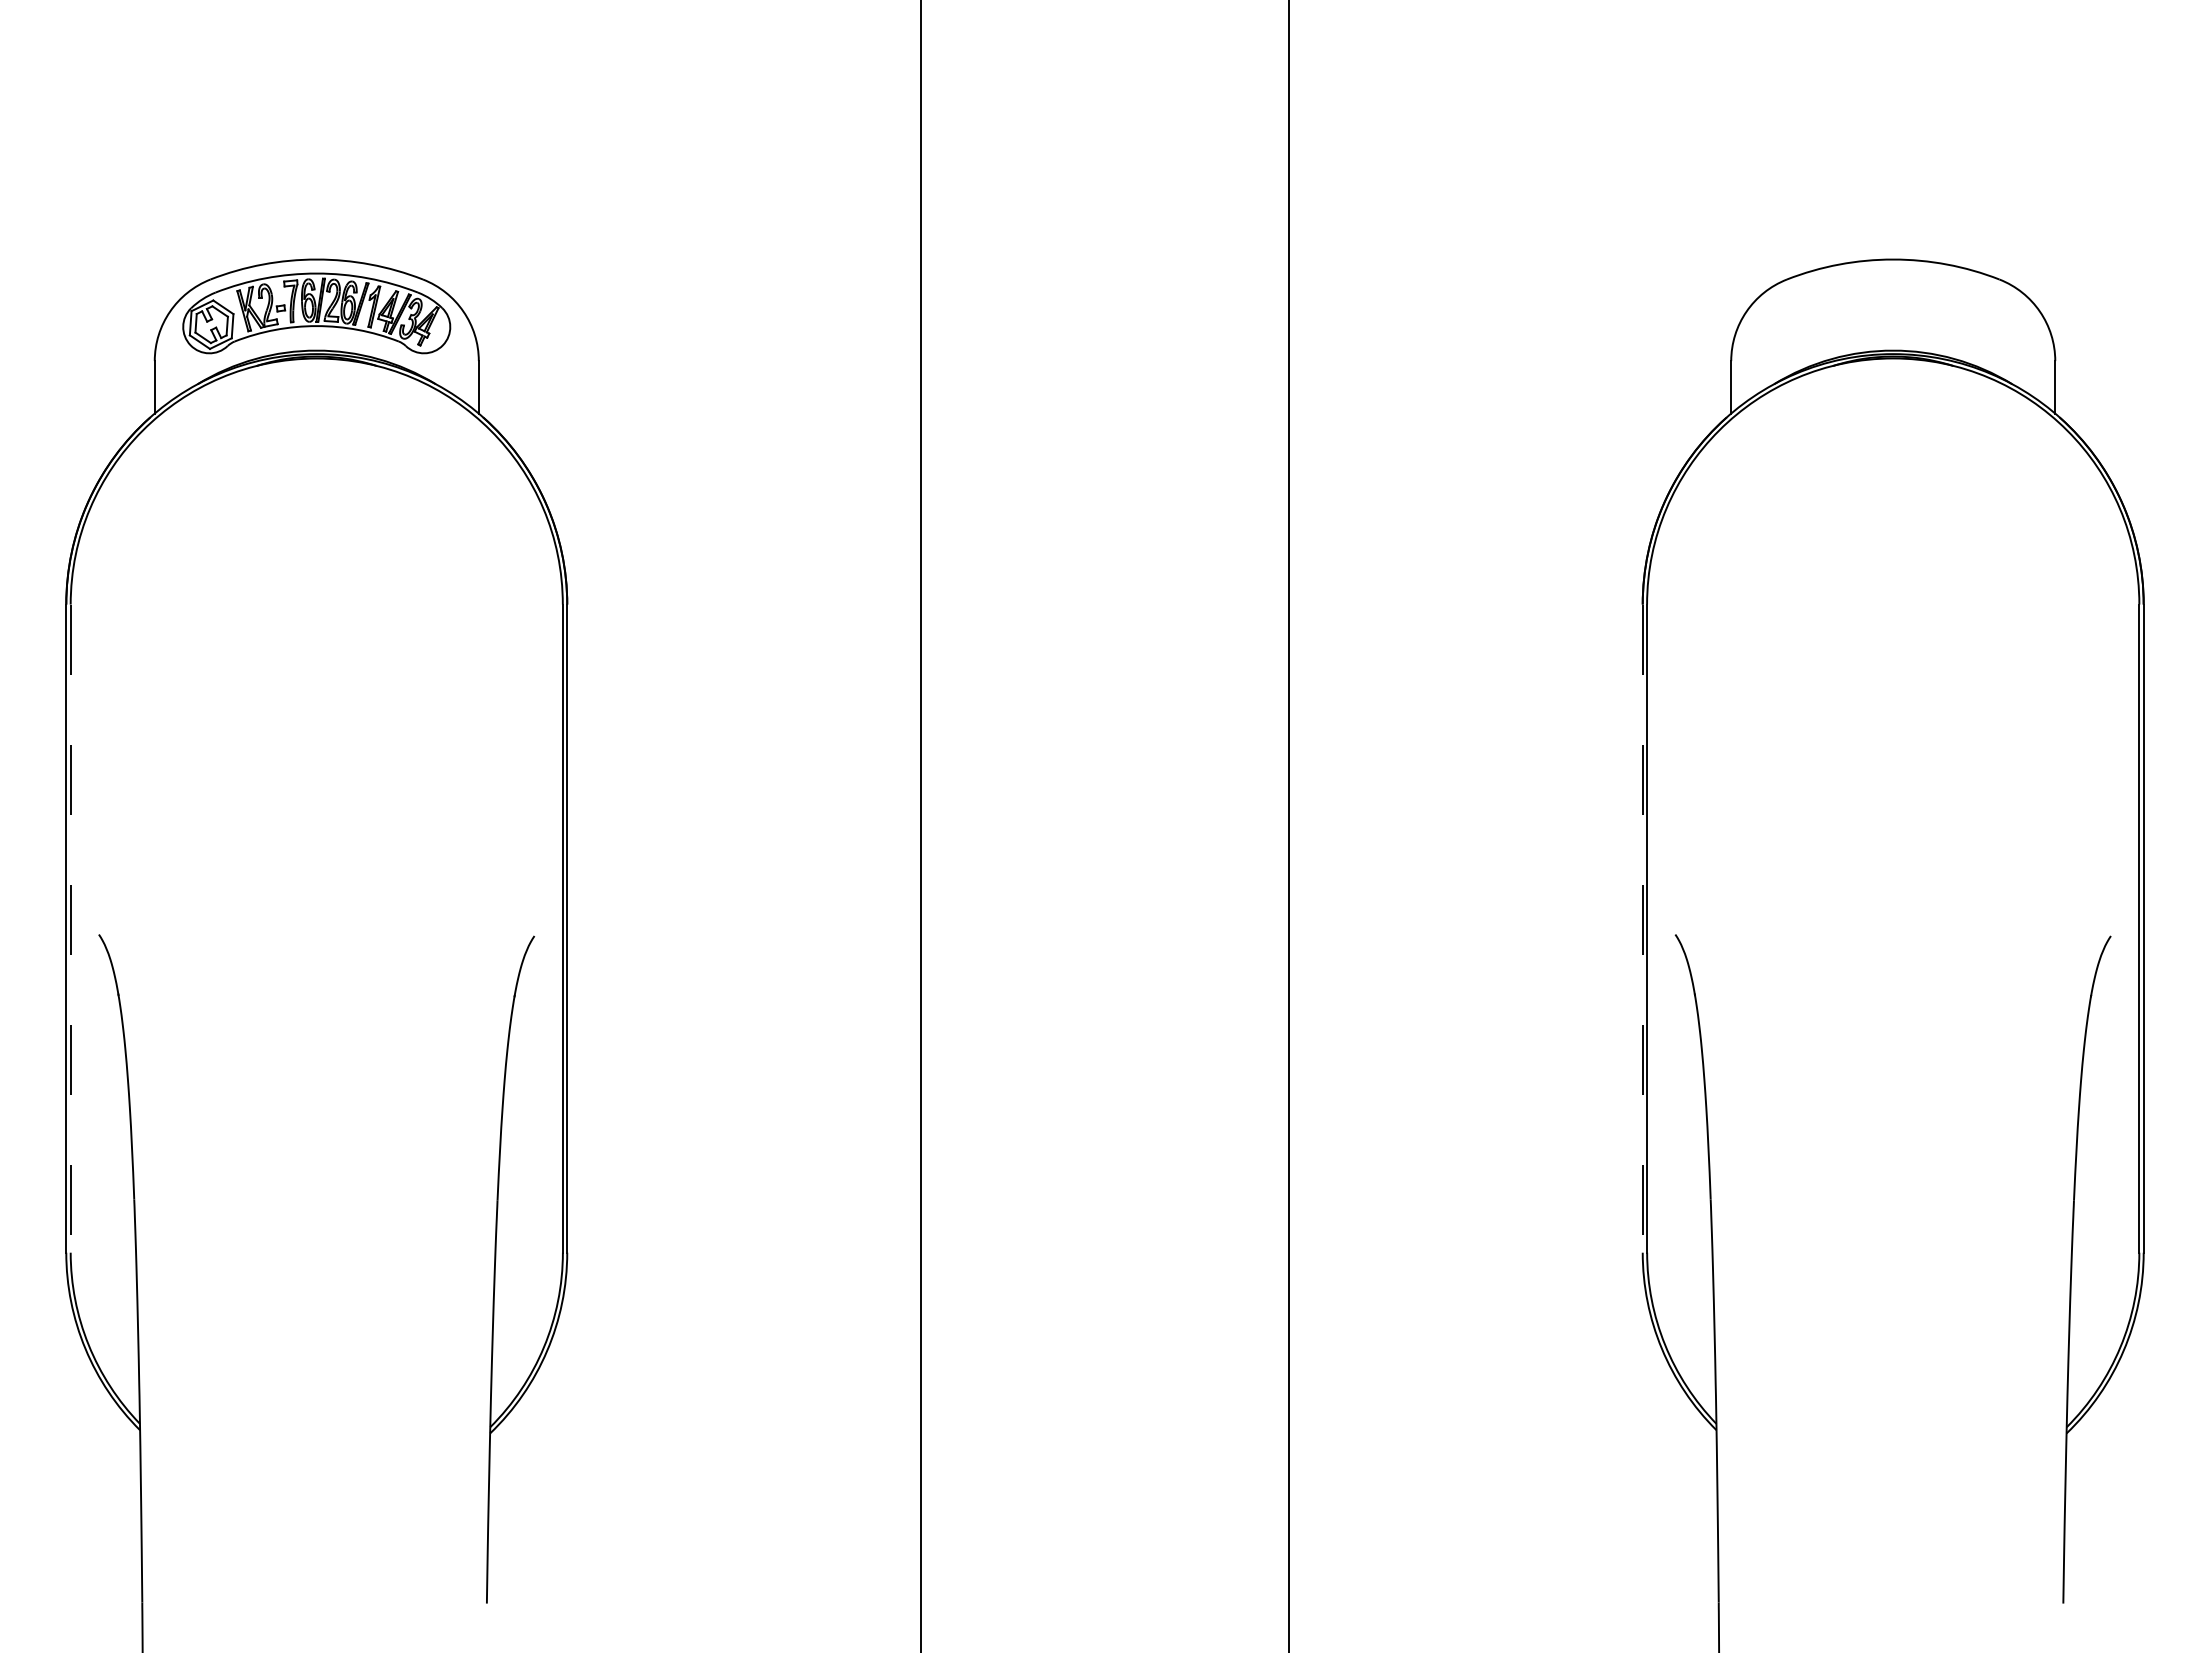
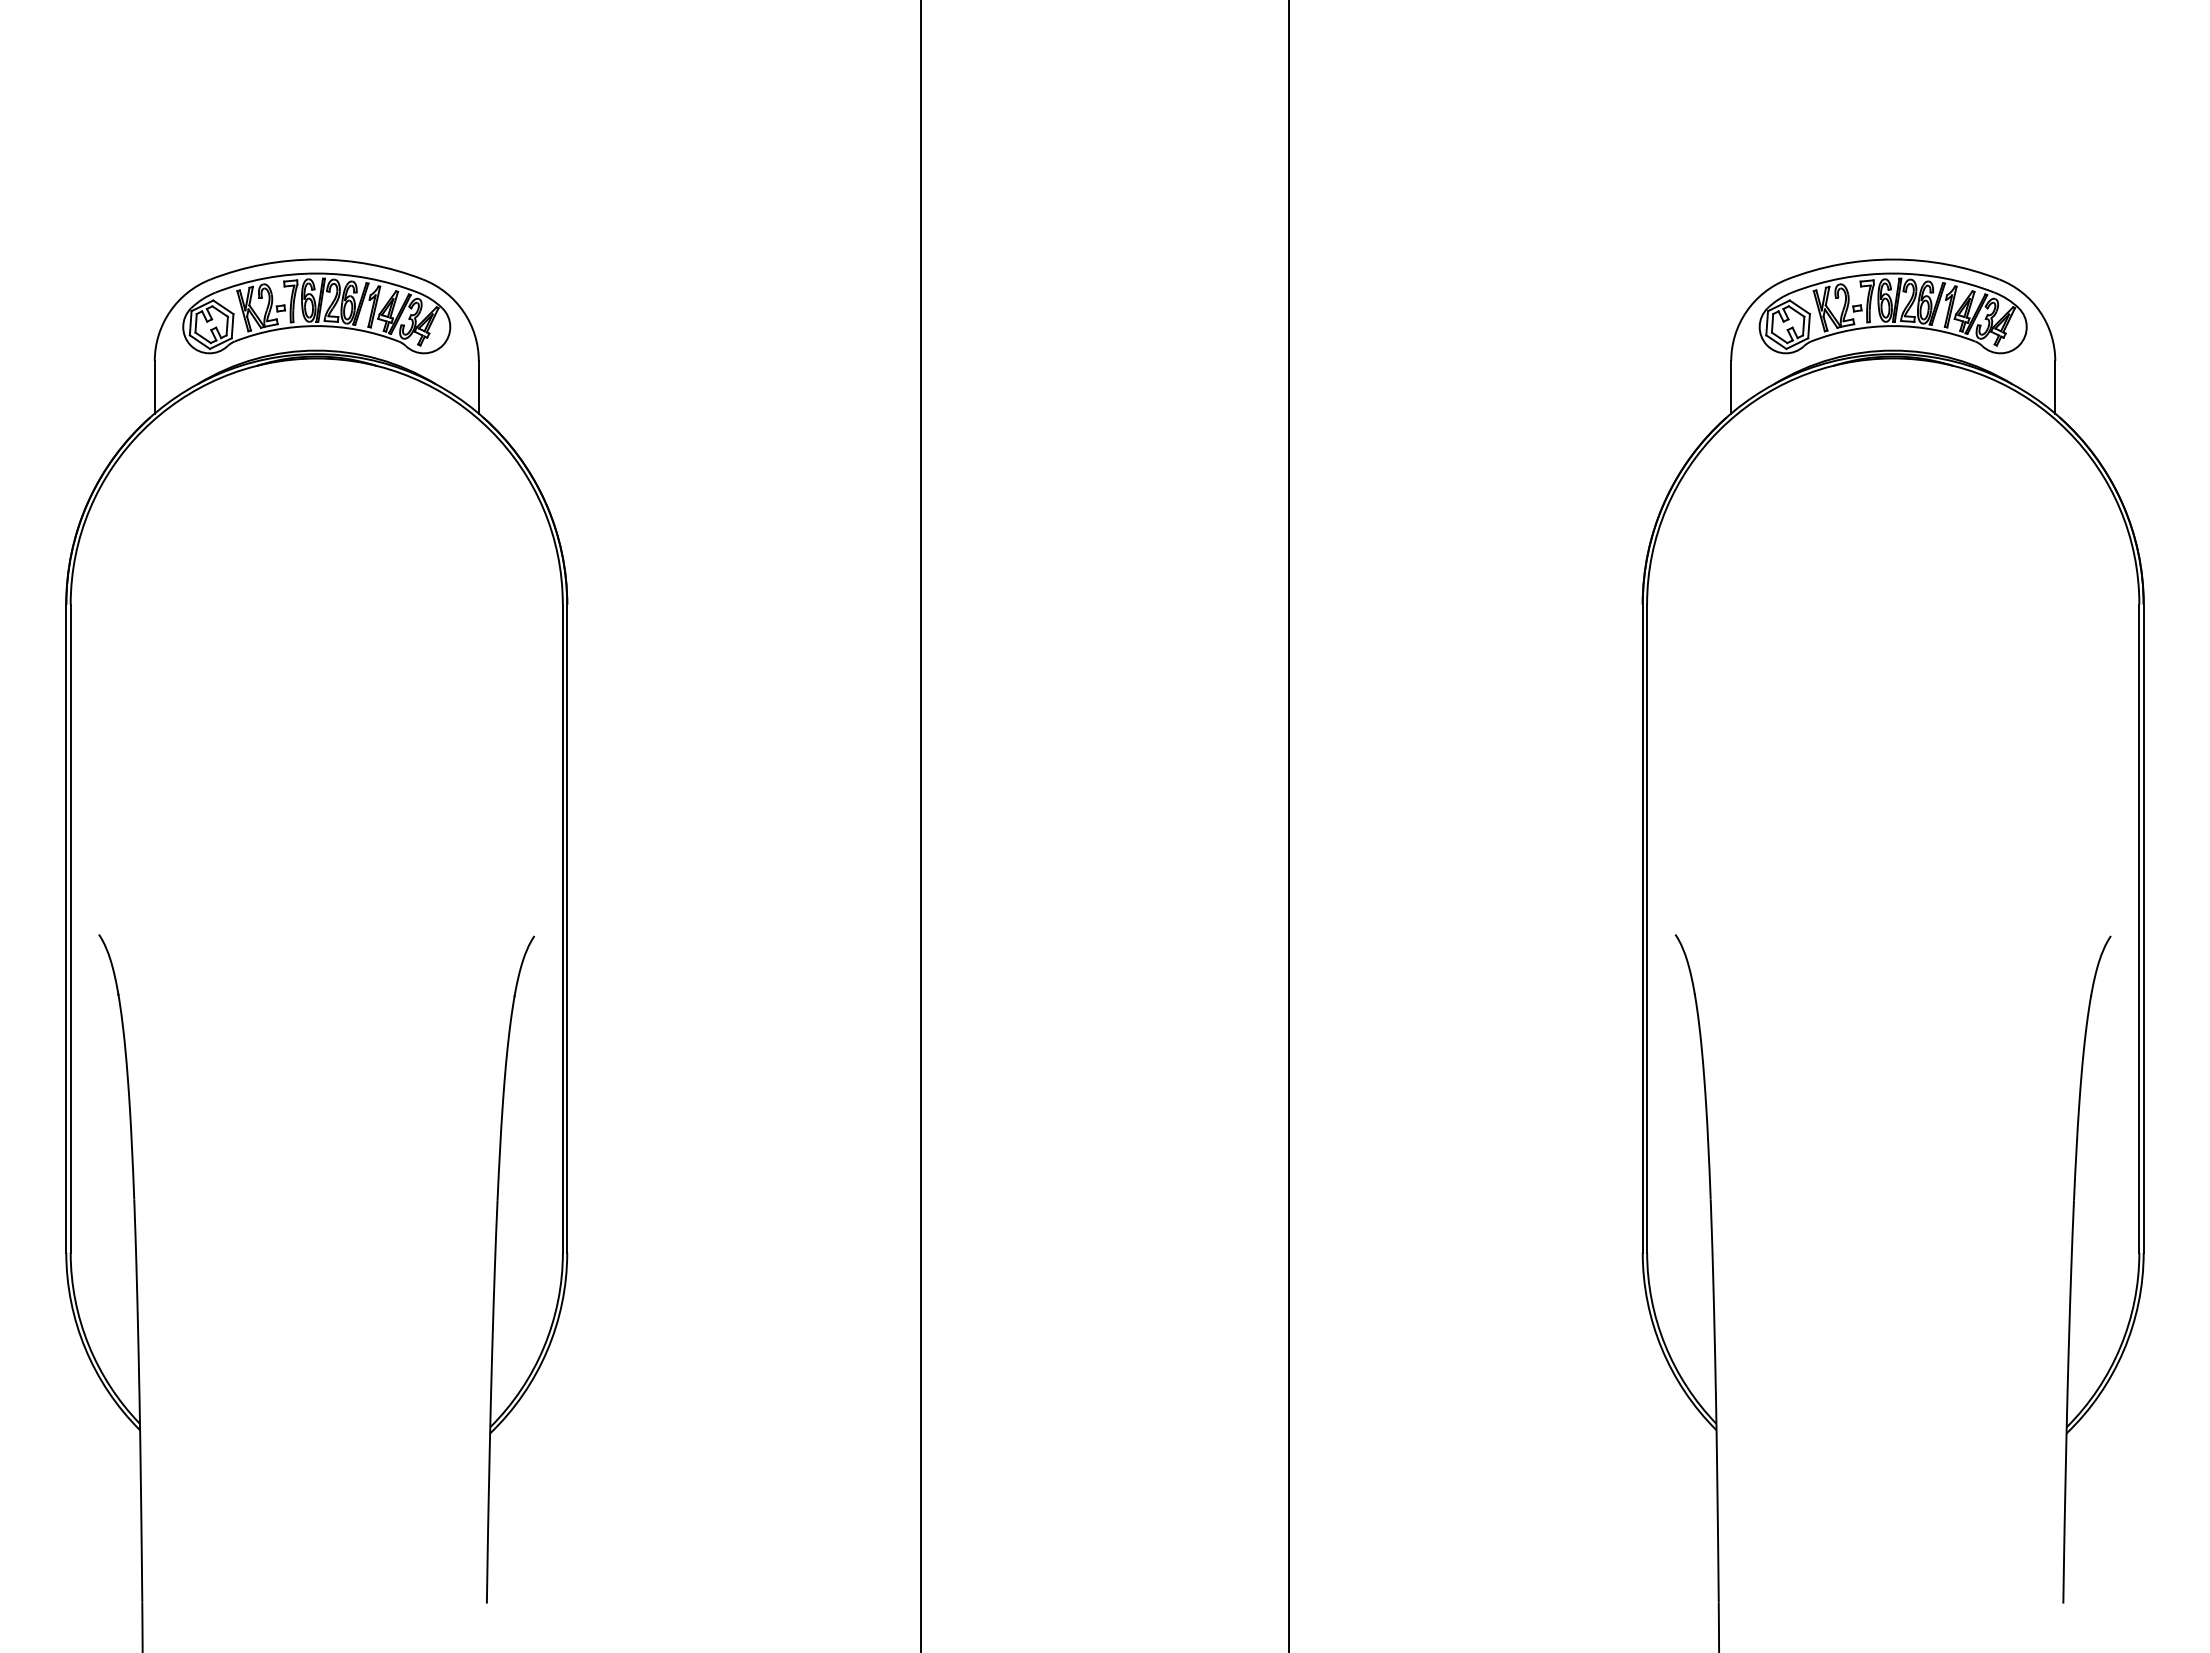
part at (1892, 313): none -> present
line at (70, 929): dashed -> solid
line at (1642, 929): dashed -> solid
